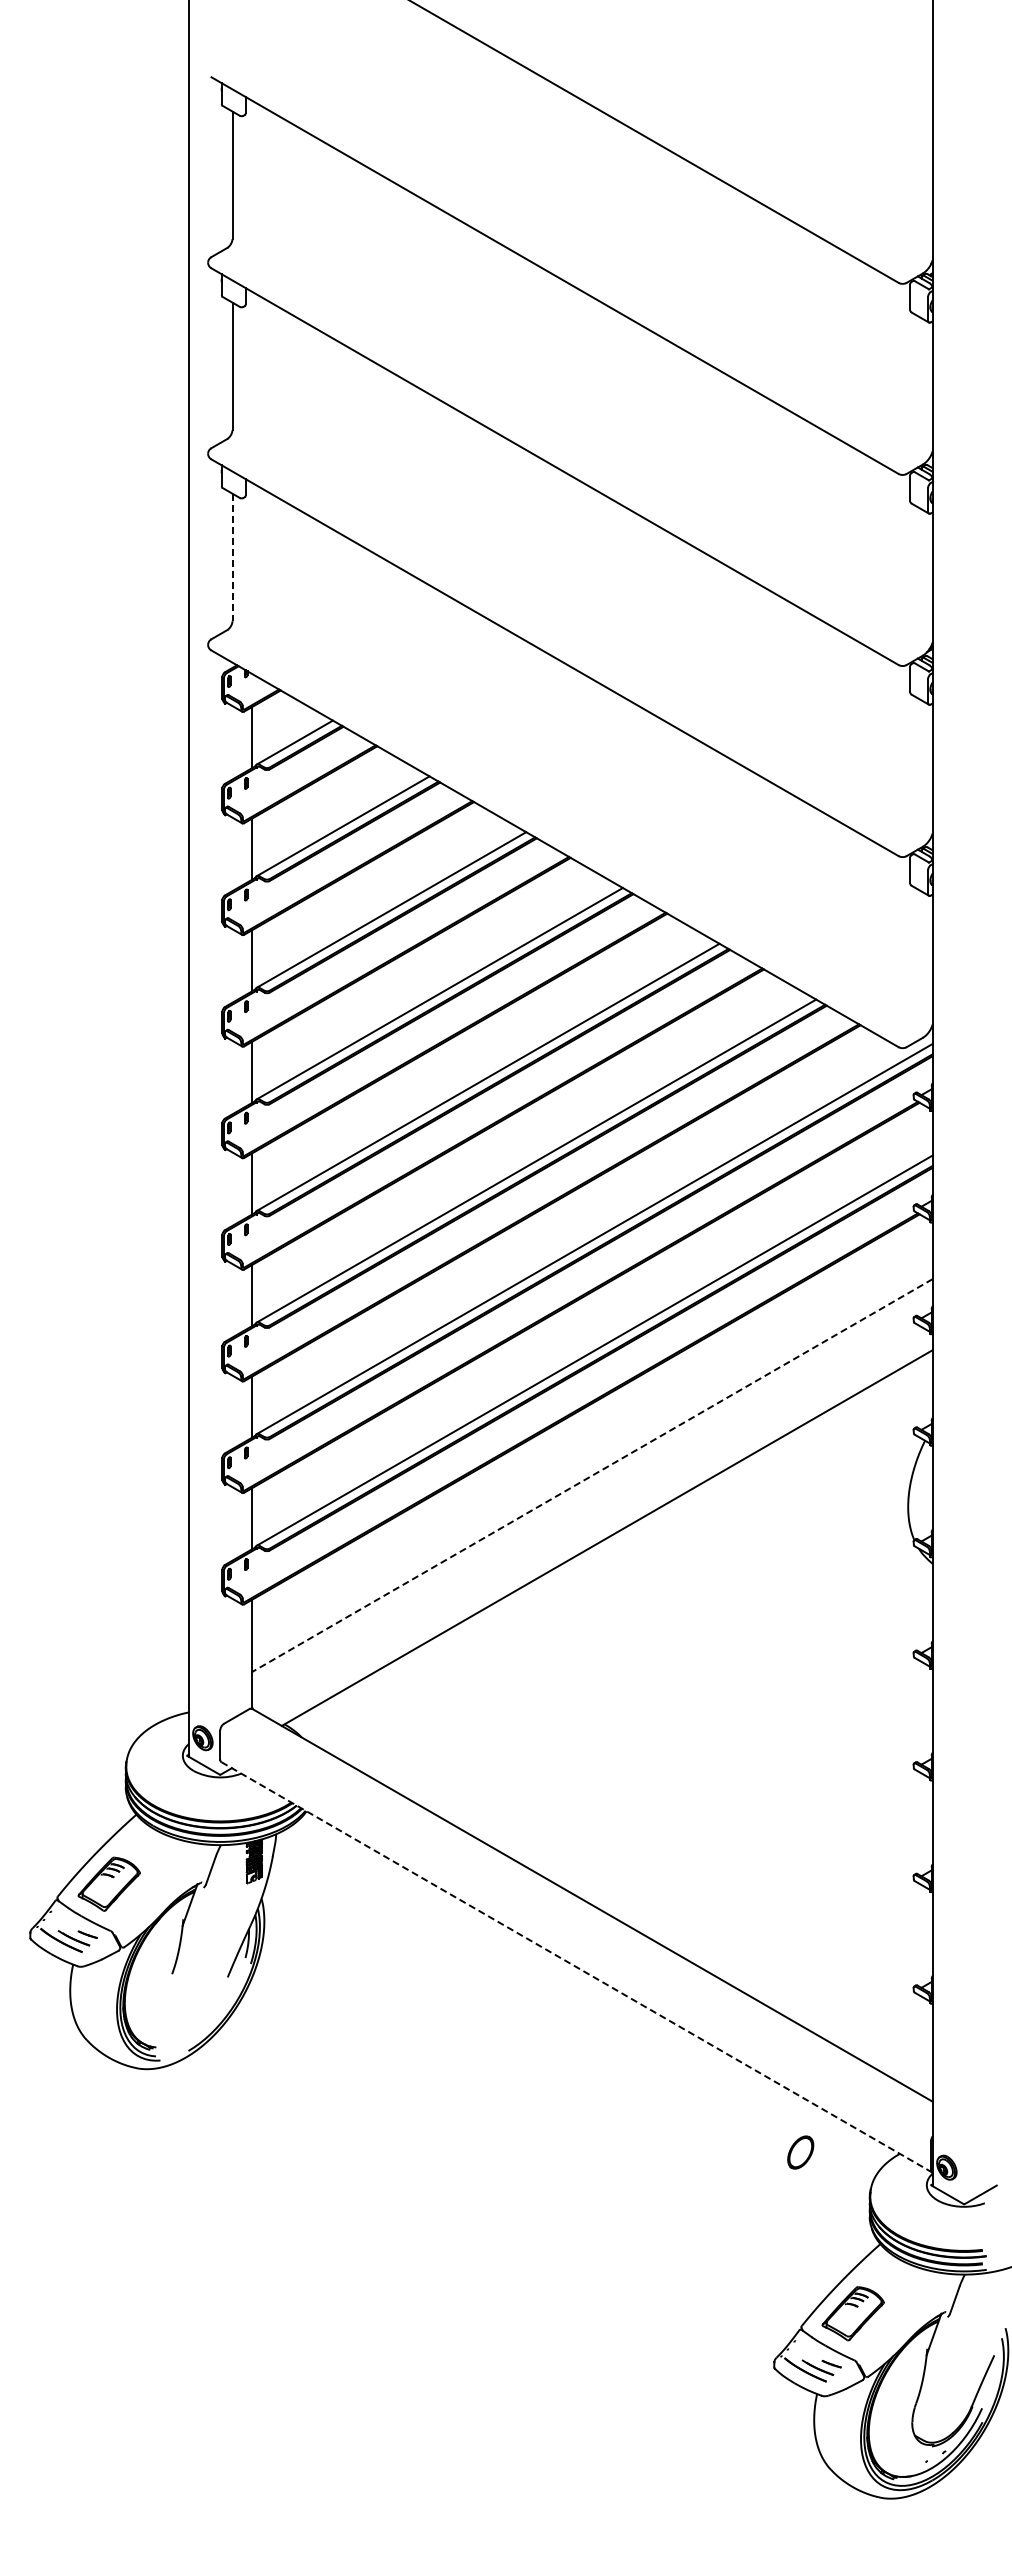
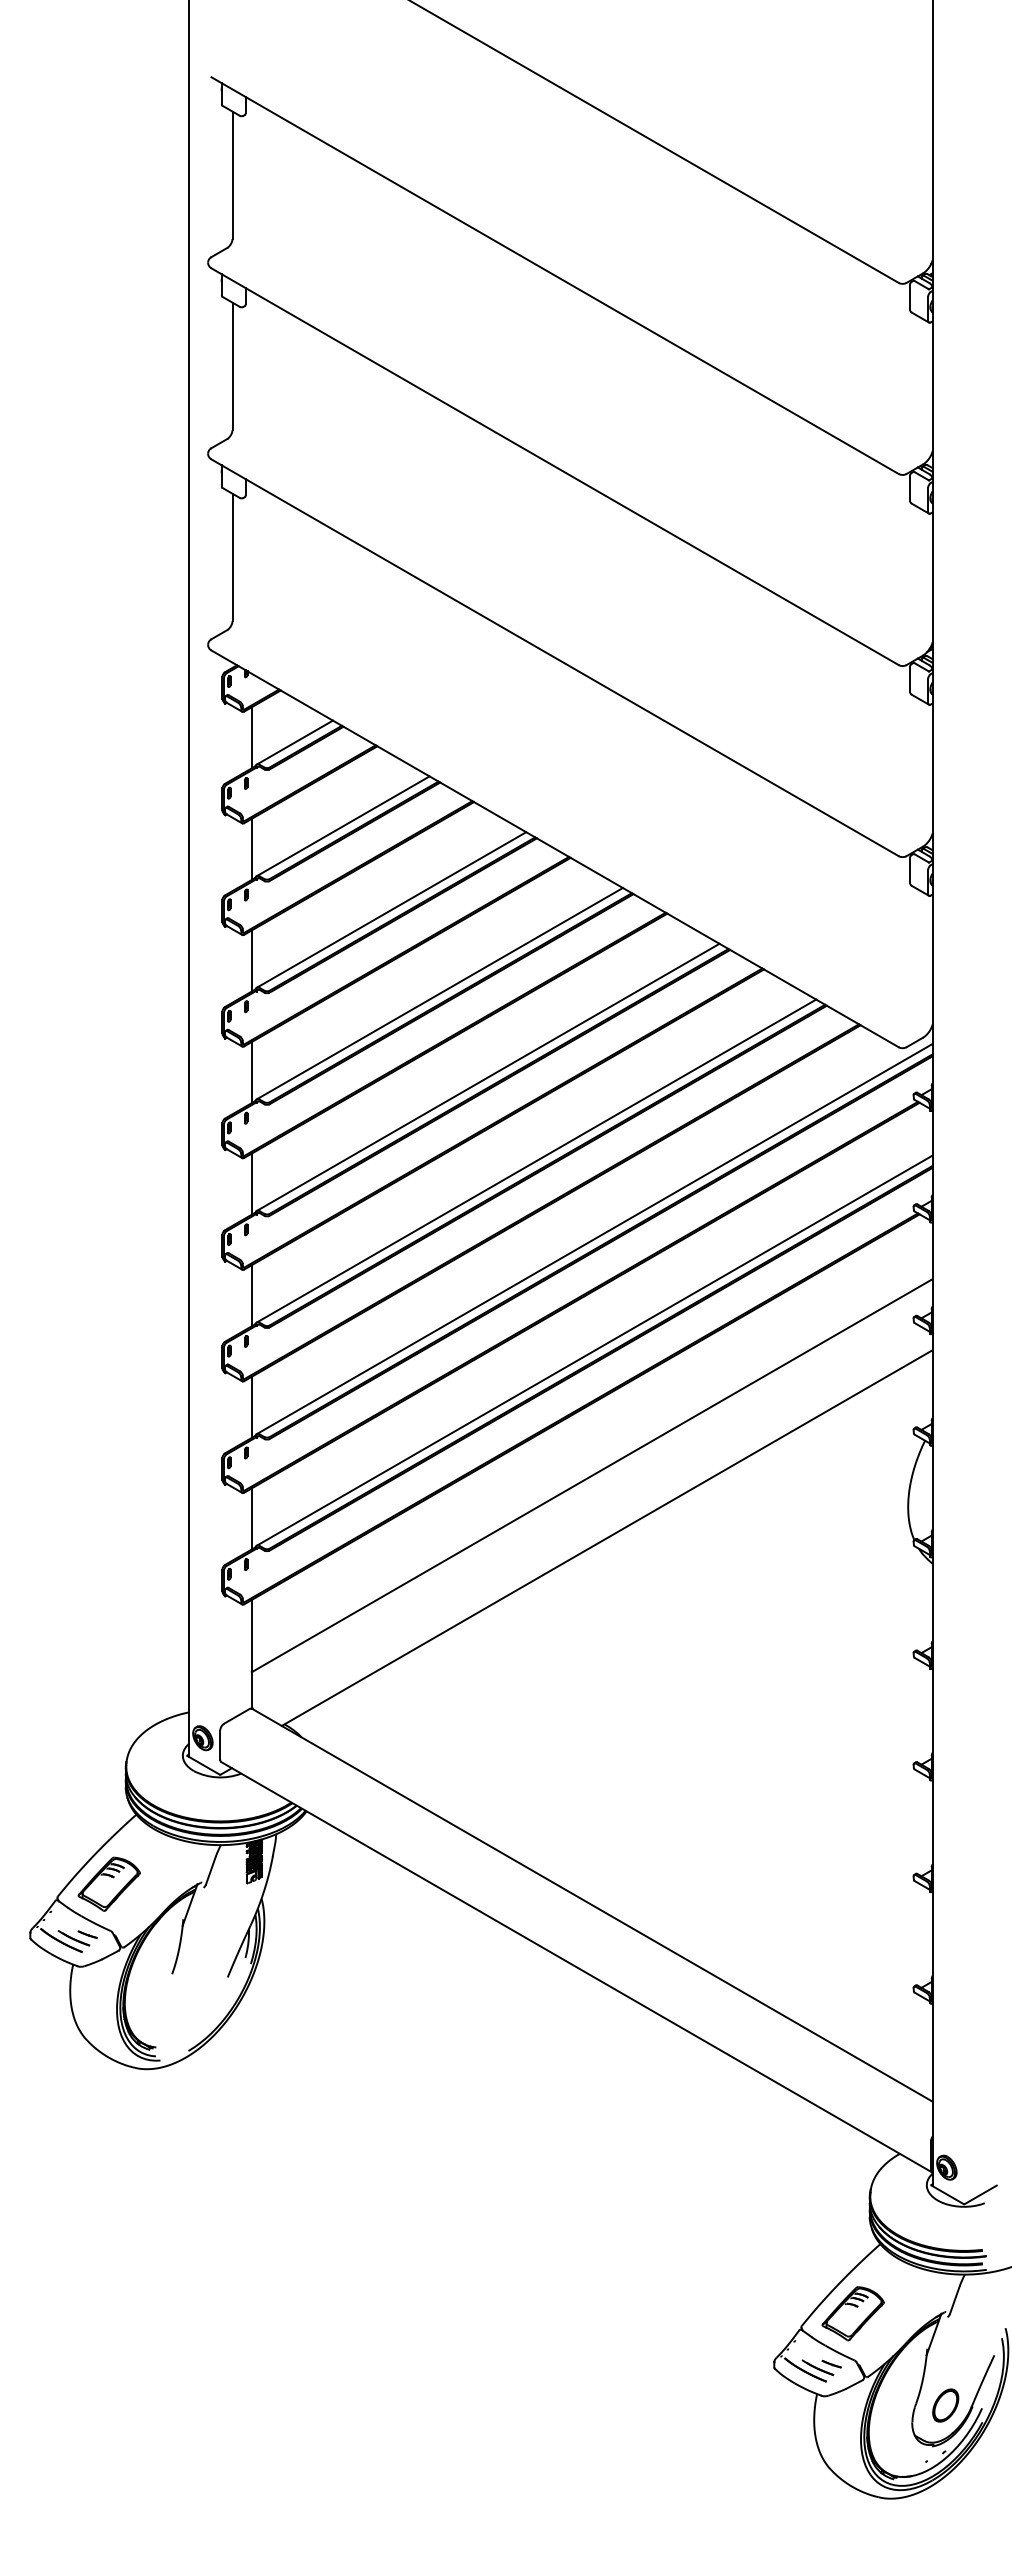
line at (232, 557): dashed -> solid
line at (591, 1475): dashed -> solid
line at (577, 1967): dashed -> solid
part at (800, 2152) position: (800, 2152) -> (945, 2405)
